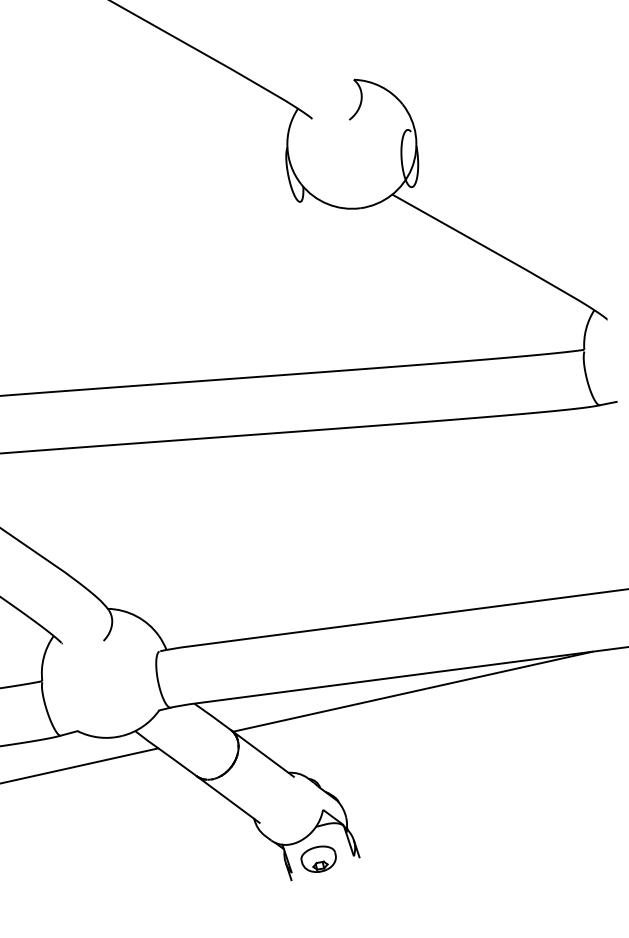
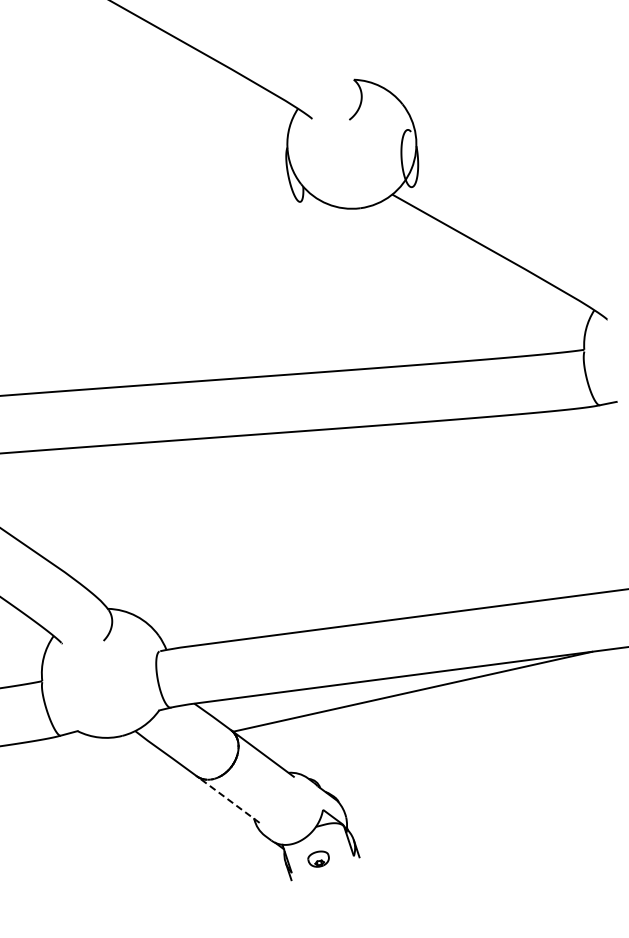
line at (80, 765): present -> none
line at (228, 799): solid -> dashed
part at (318, 858) size: 37x28 px -> 23x18 px
